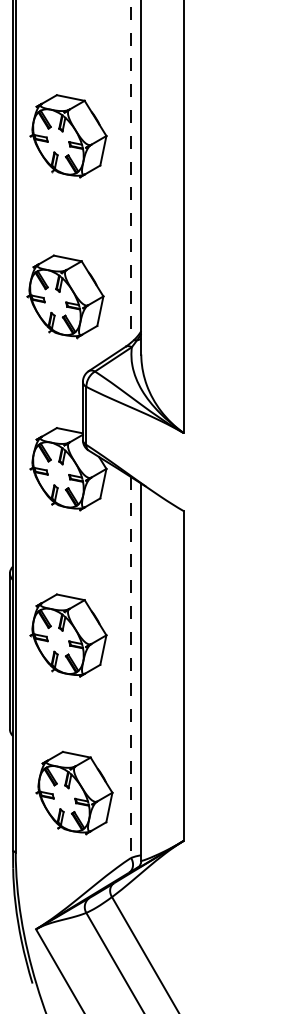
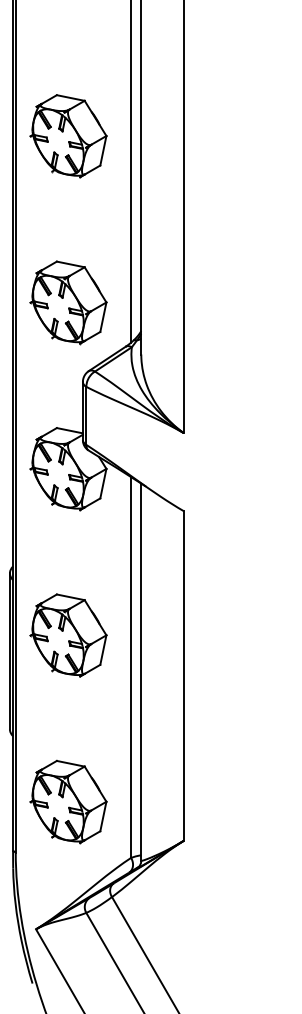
line at (131, 171): dashed -> solid
part at (65, 296) position: (65, 296) -> (68, 302)
line at (131, 668): dashed -> solid
part at (74, 792) position: (74, 792) -> (68, 801)
